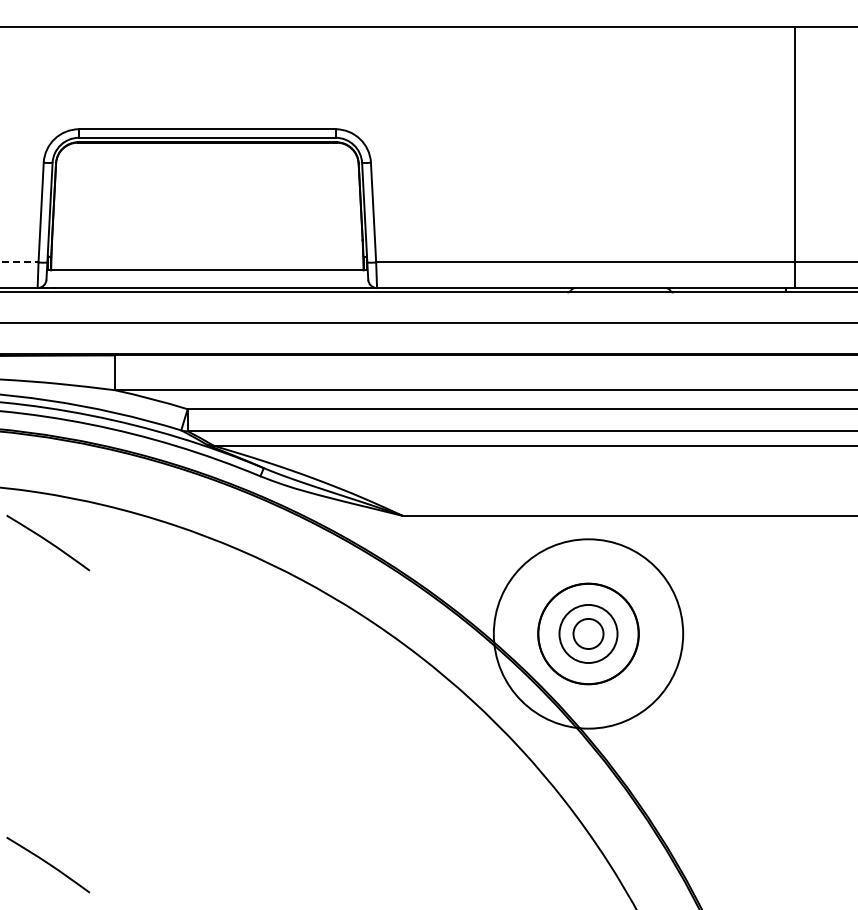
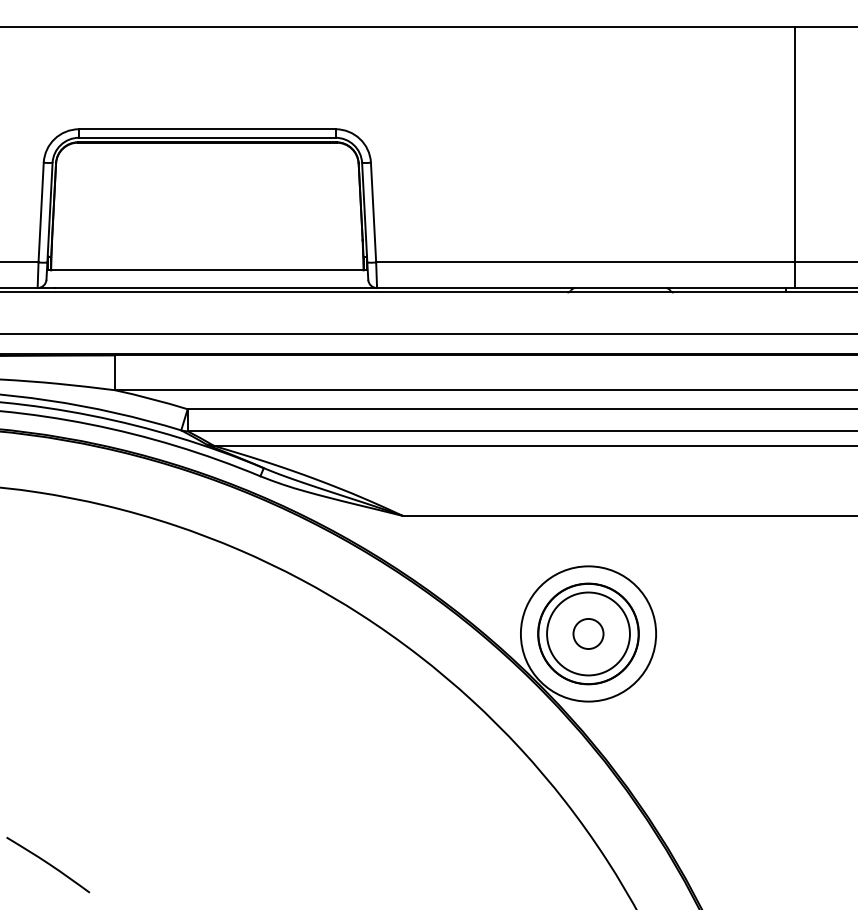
line at (19, 262): dashed -> solid
line at (428, 323) position: (428, 323) -> (428, 334)
curve at (48, 542): present -> none
circle at (588, 633) diameter: 189 px -> 135 px
circle at (588, 633) diameter: 58 px -> 83 px
